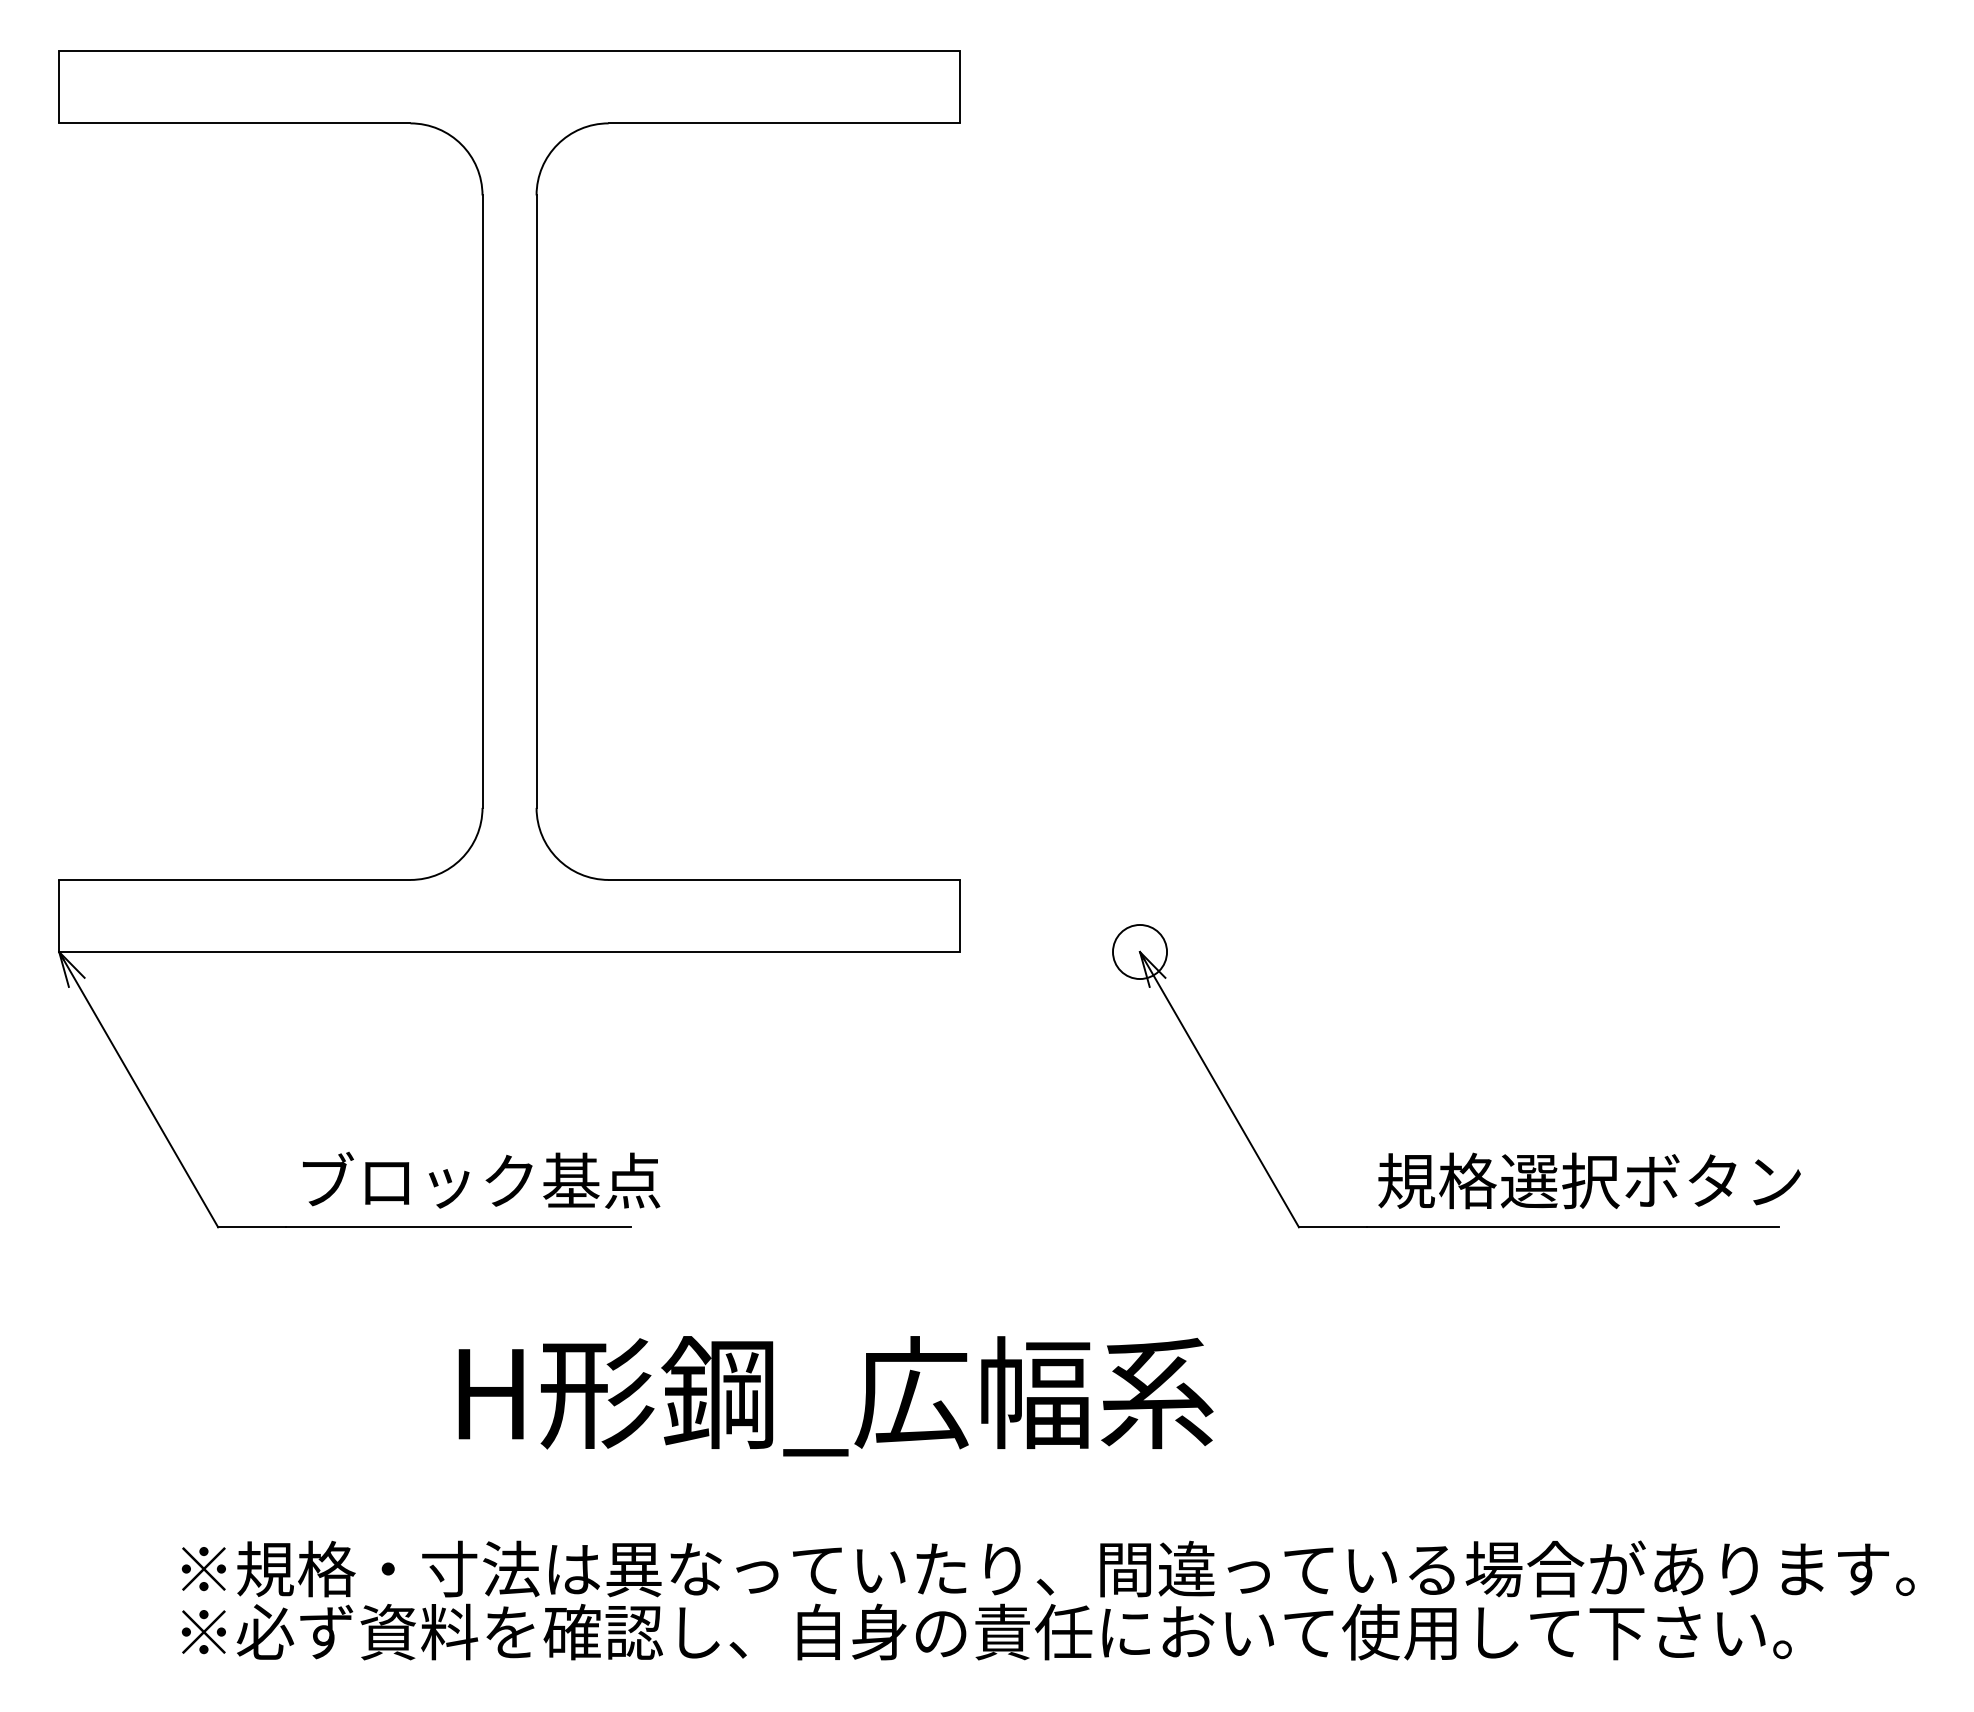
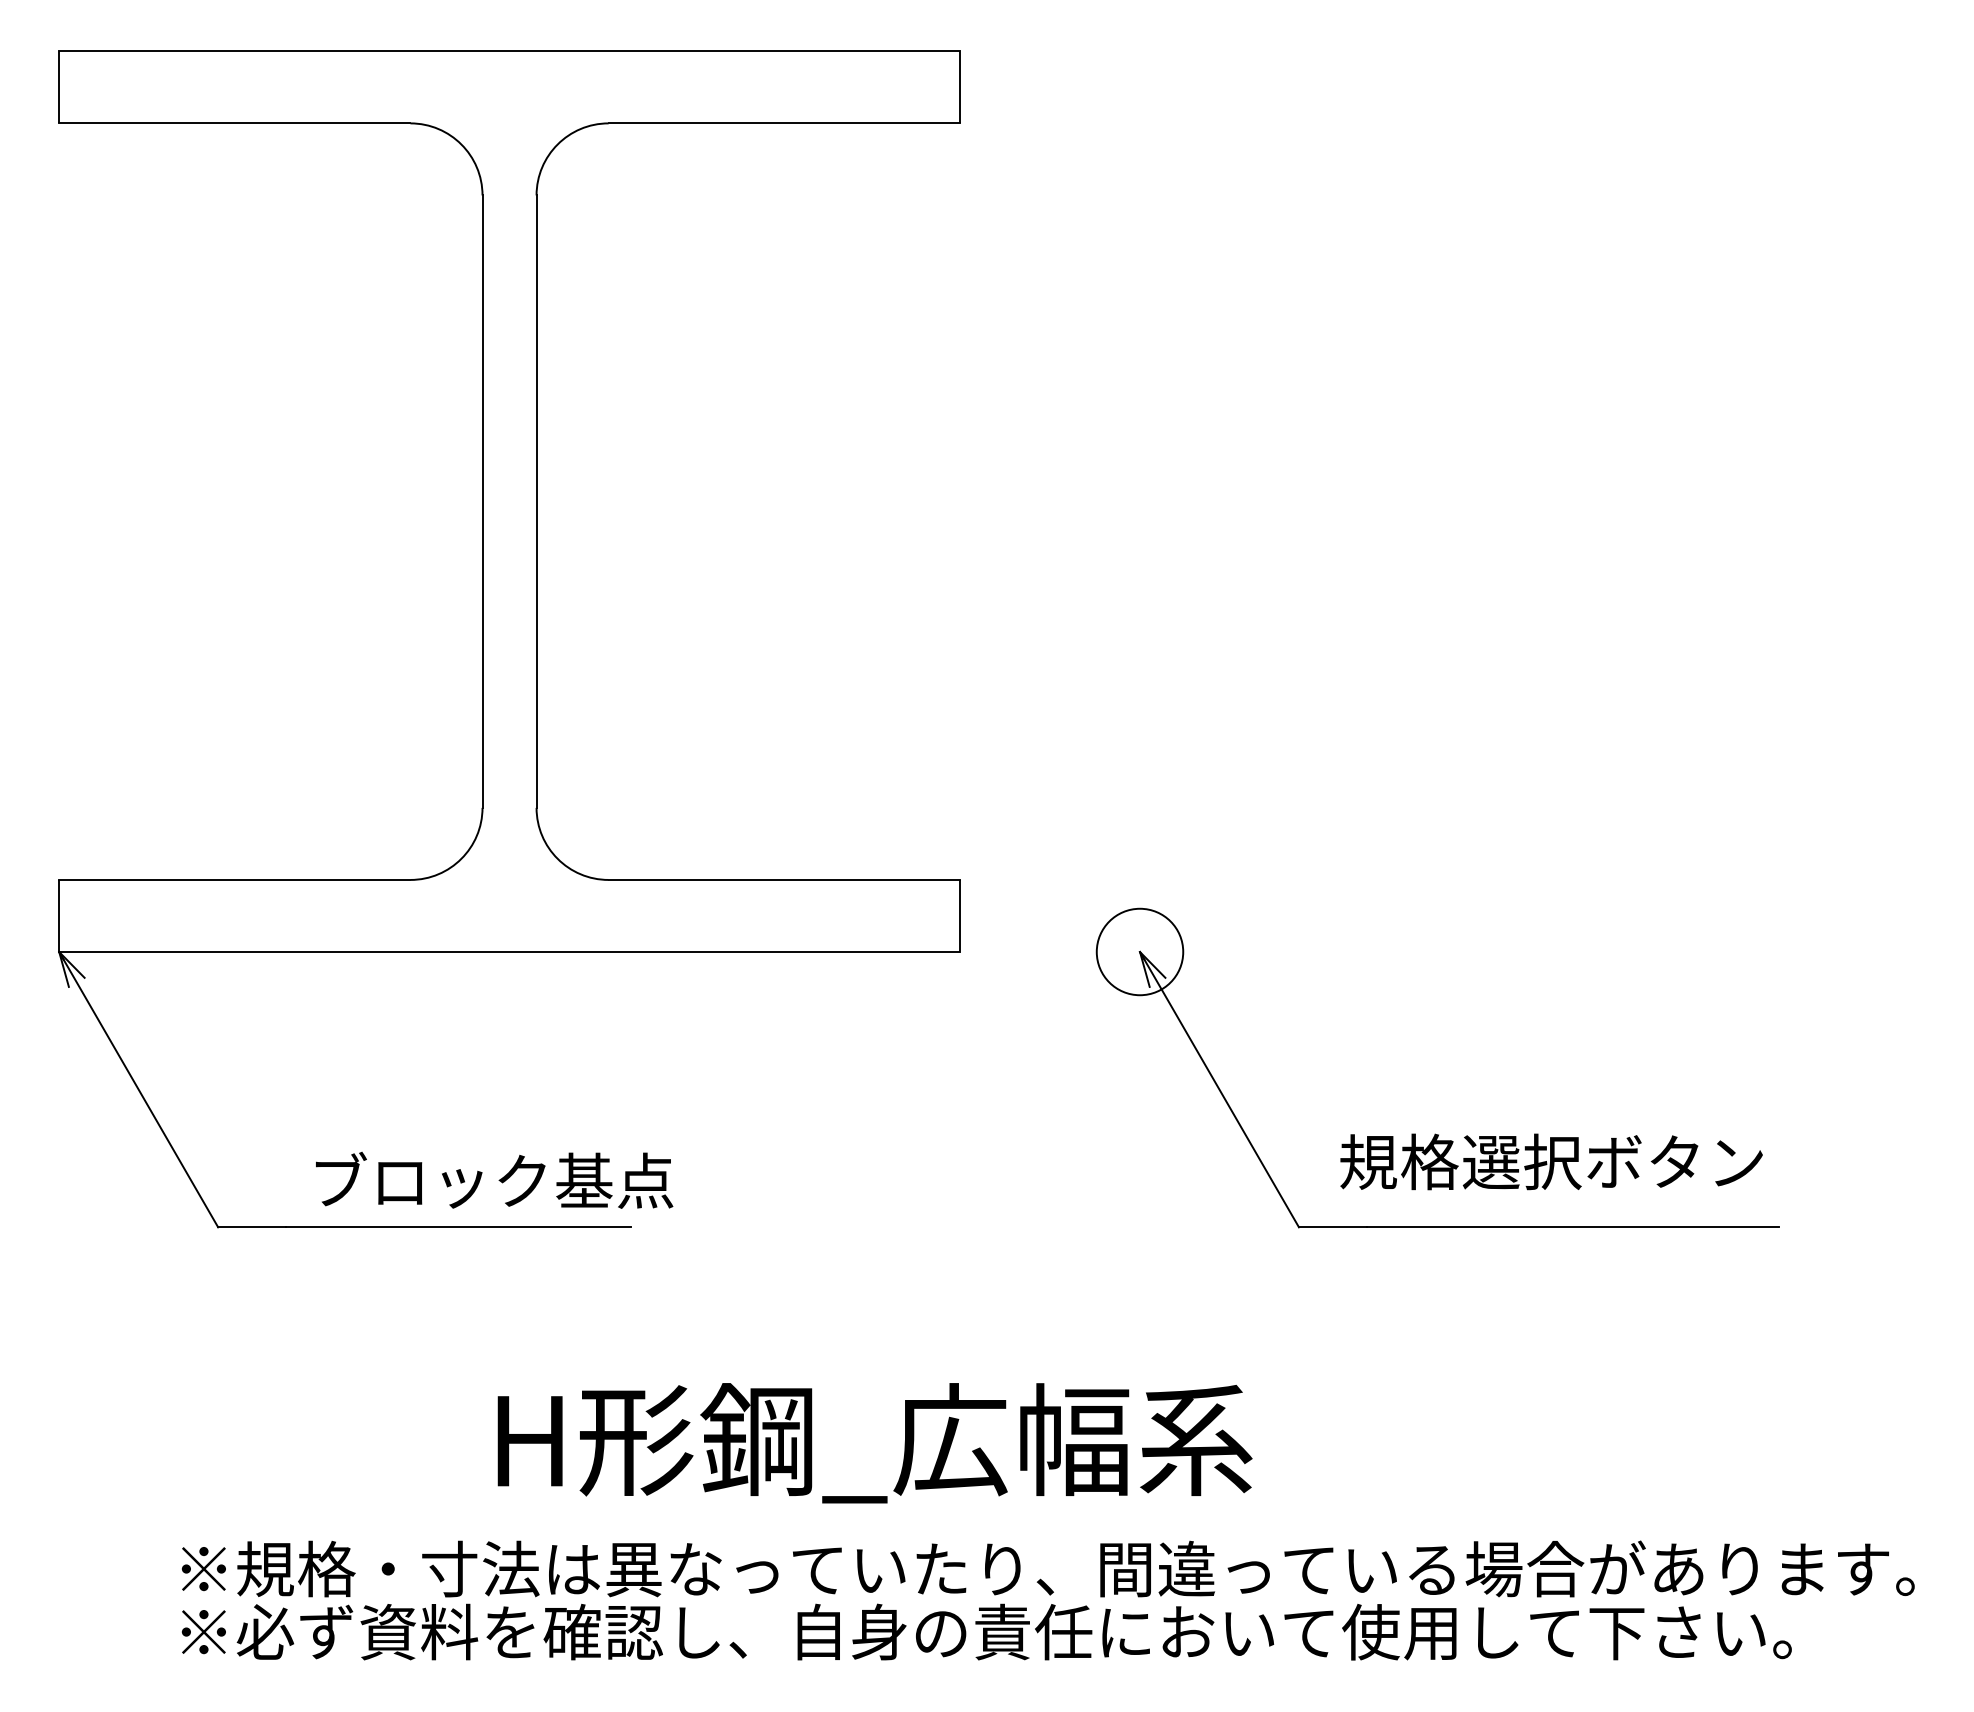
circle at (1140, 951) diameter: 54 px -> 86 px
text at (481, 1179) position: (481, 1179) -> (494, 1179)
text at (1589, 1180) position: (1589, 1180) -> (1551, 1161)
text at (835, 1396) position: (835, 1396) -> (874, 1443)
